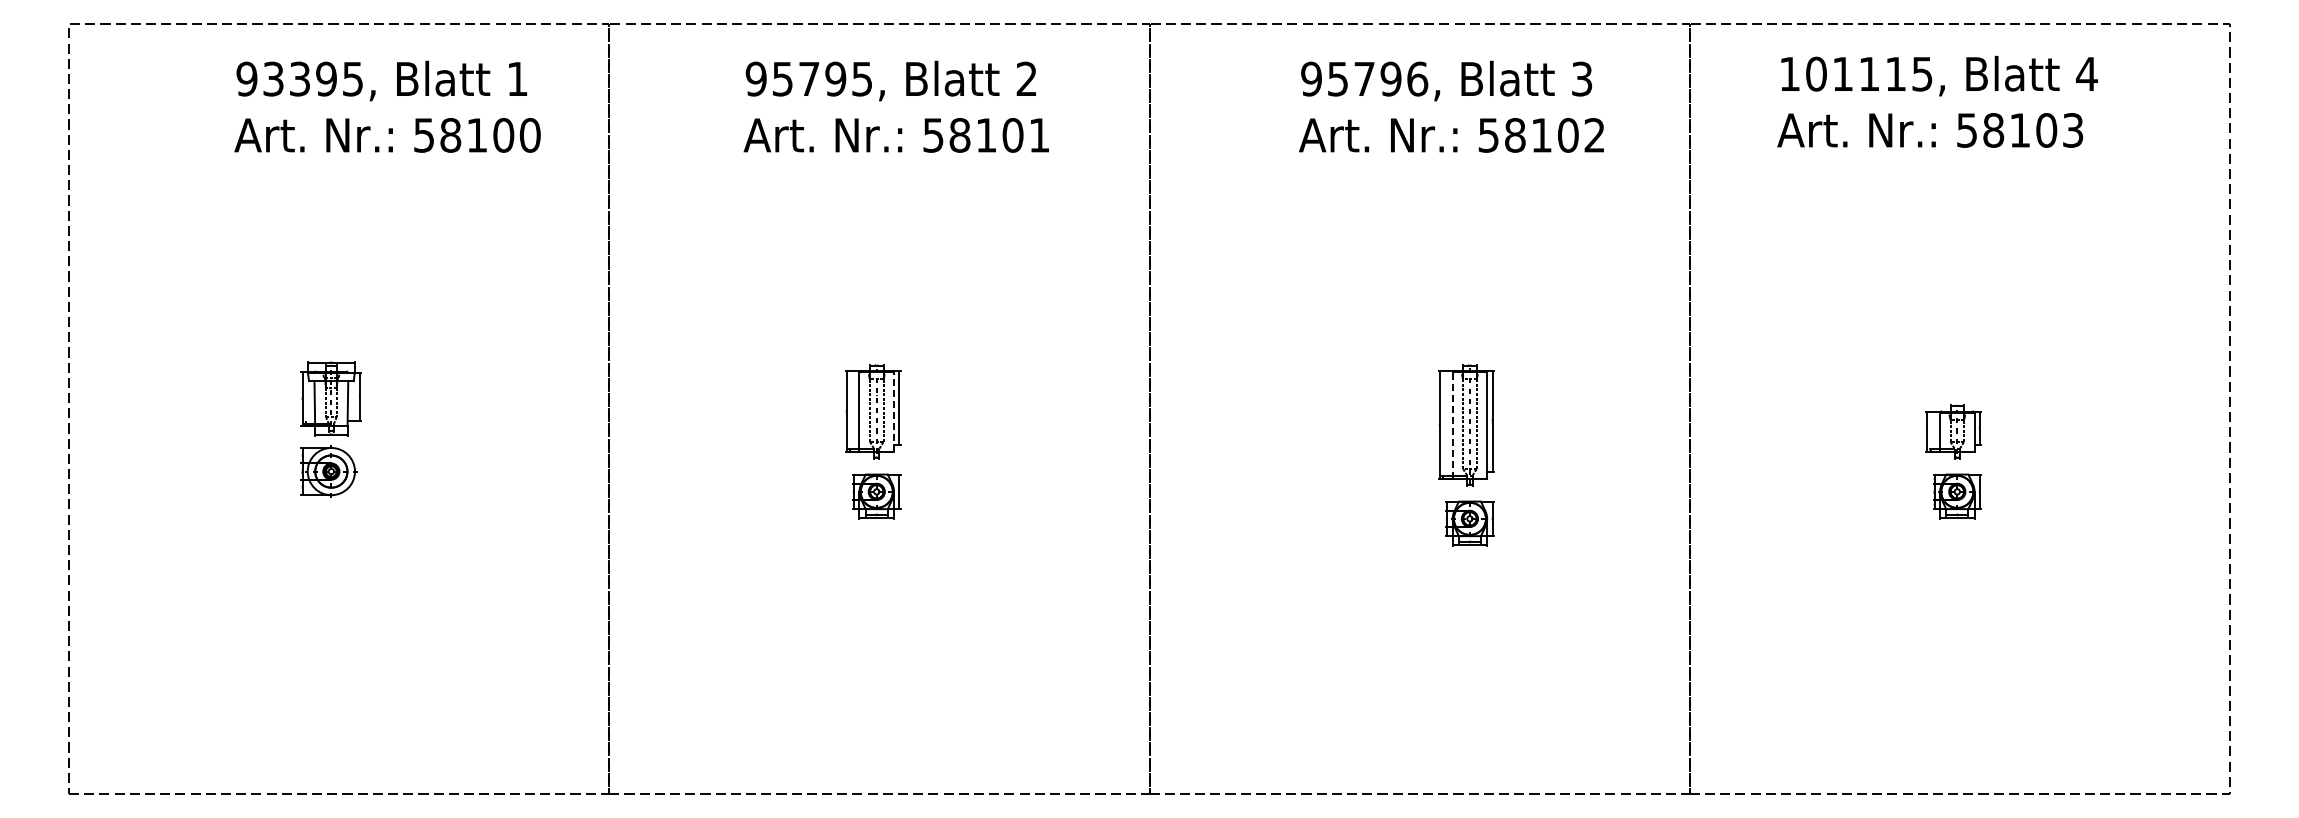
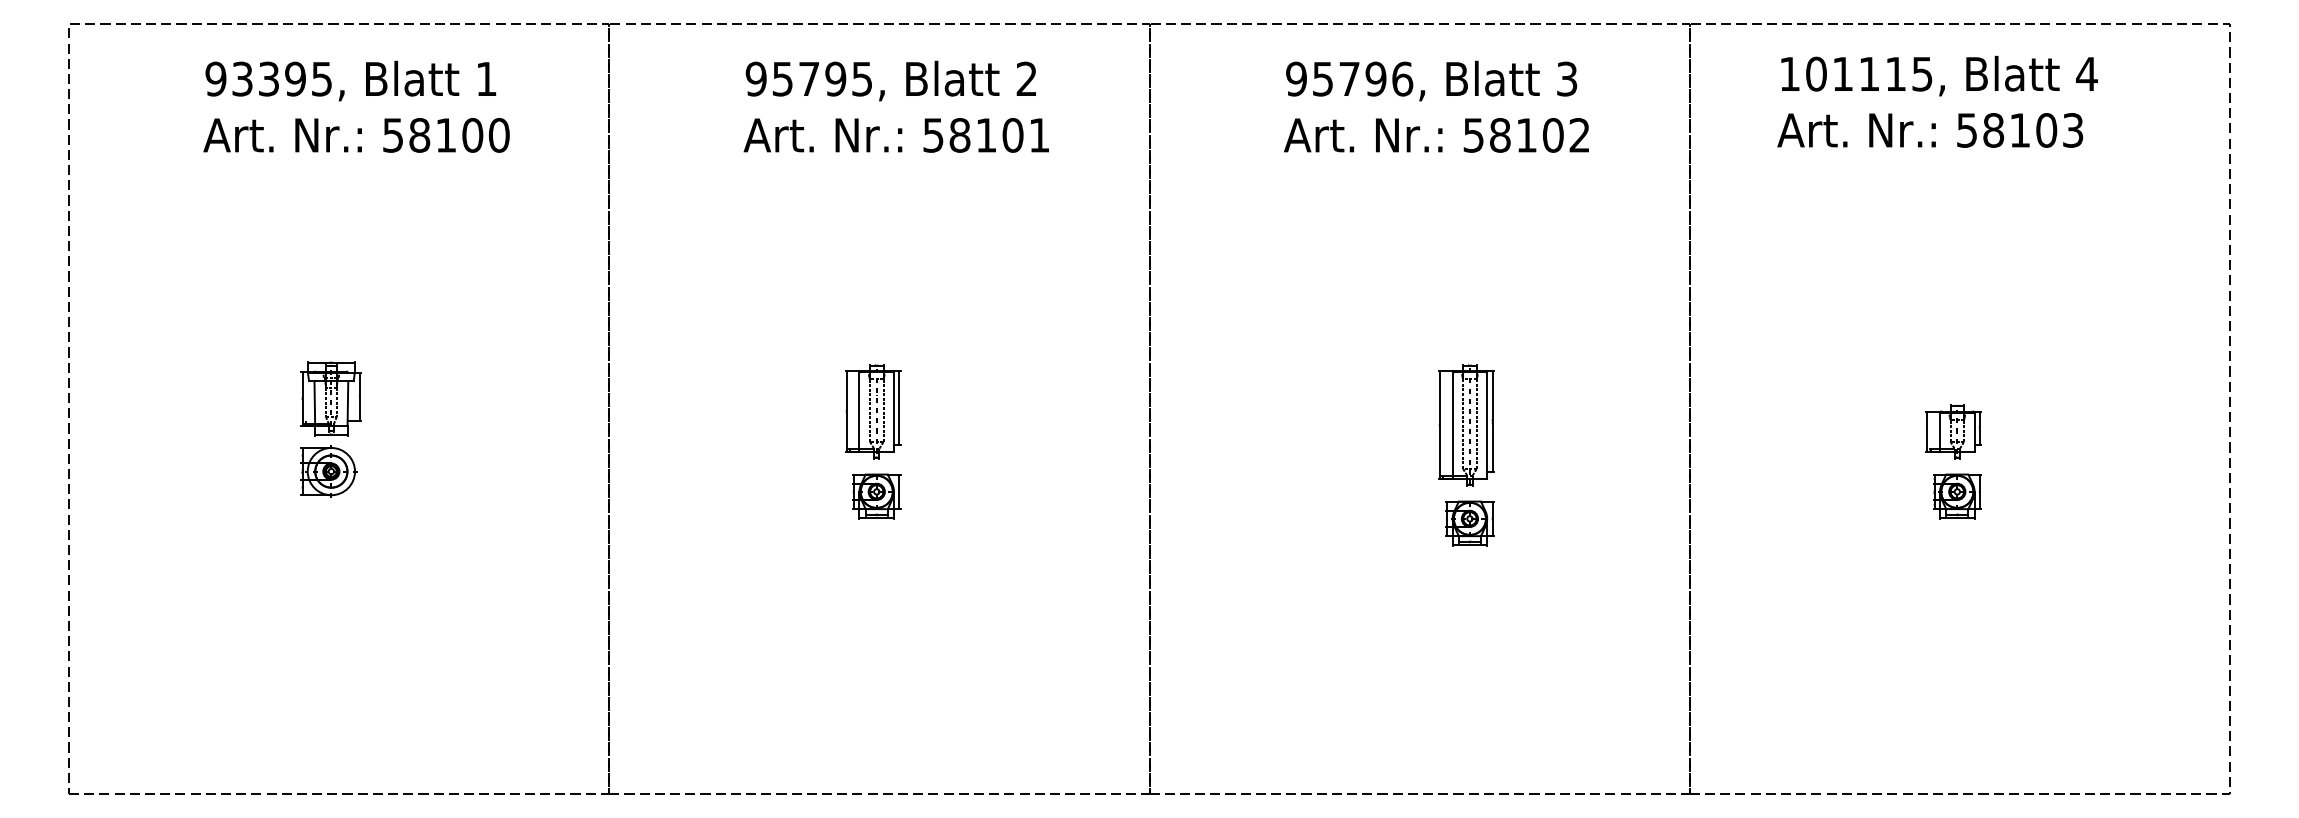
text at (387, 106) position: (387, 106) -> (356, 106)
text at (1451, 106) position: (1451, 106) -> (1436, 106)
line at (894, 412): dashed -> solid
line at (1452, 425): dashed -> solid
